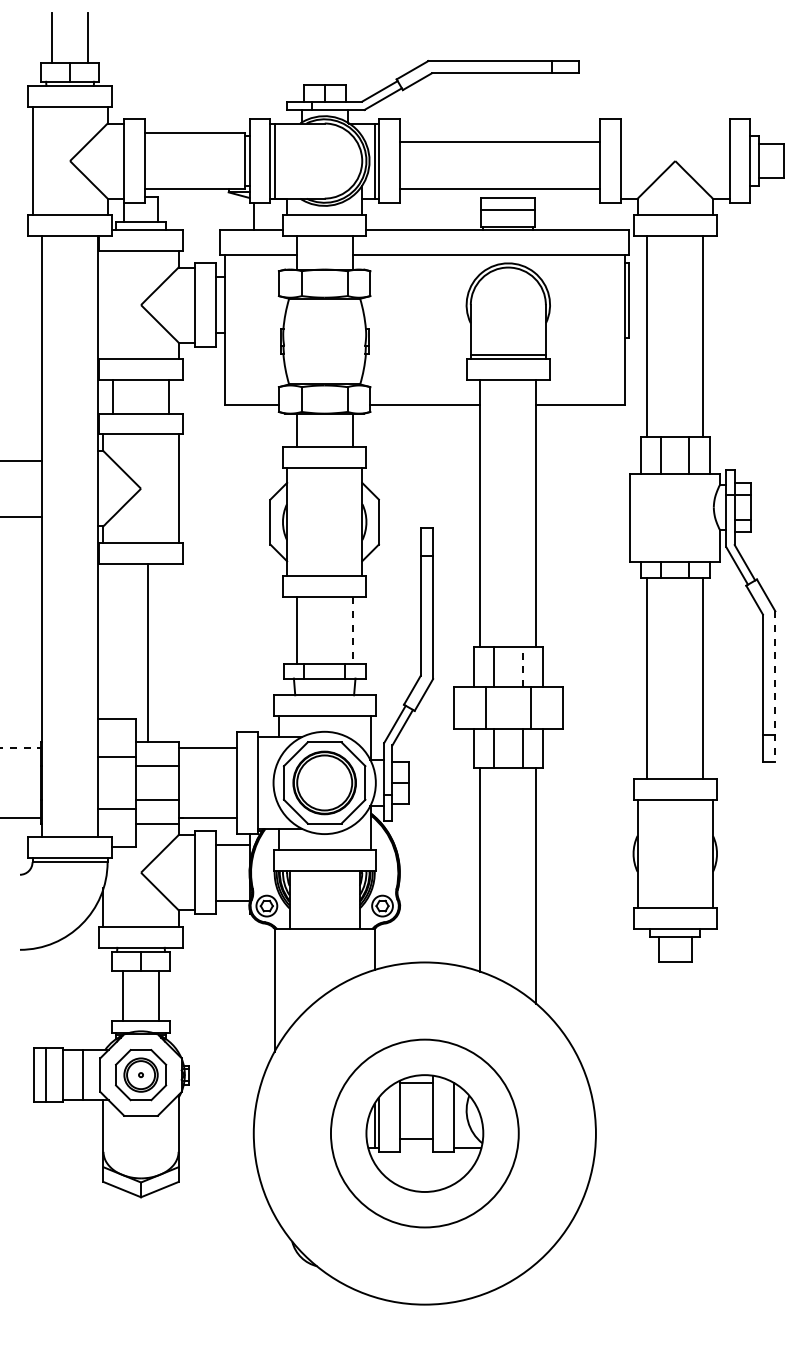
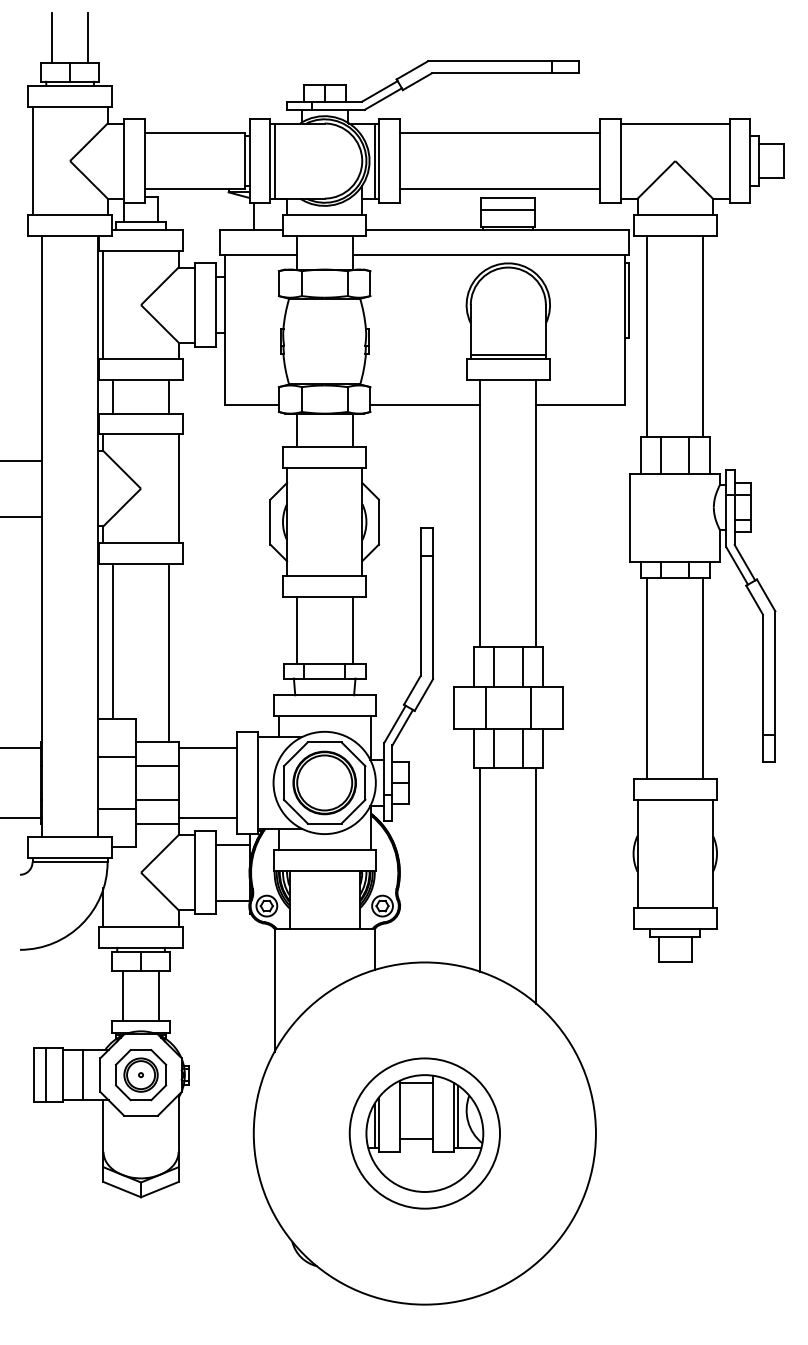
line at (675, 123): none -> present
line at (499, 142) position: (499, 142) -> (499, 133)
line at (103, 304): none -> present
line at (352, 631): dashed -> solid
line at (113, 641): none -> present
line at (148, 652) position: (148, 652) -> (169, 652)
line at (522, 667): dashed -> solid
line at (775, 687): dashed -> solid
line at (21, 747): dashed -> solid
line at (458, 1116): none -> present
circle at (424, 1133) diameter: 188 px -> 150 px
